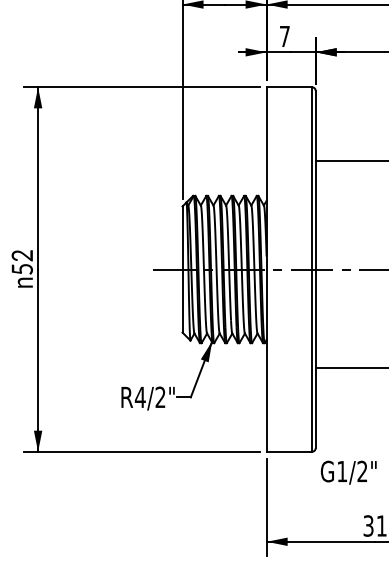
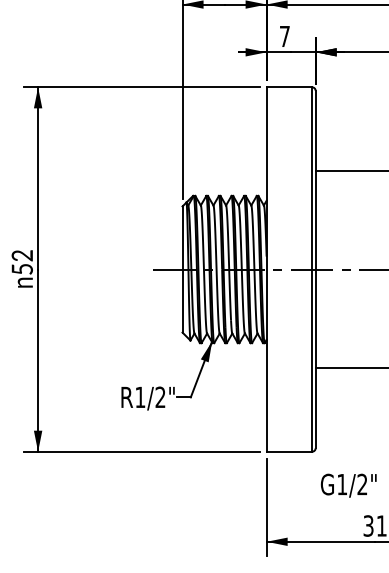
line at (350, 161) position: (350, 161) -> (350, 171)
text at (139, 396): R4/2" -> R1/2"
text at (348, 472) position: (348, 472) -> (348, 485)
